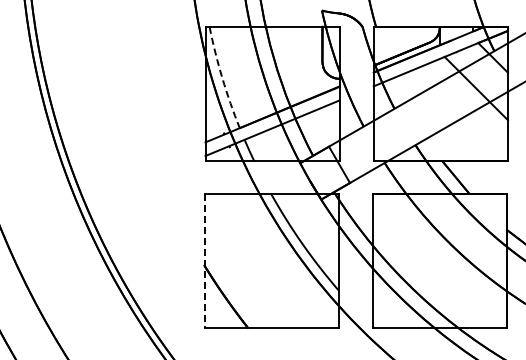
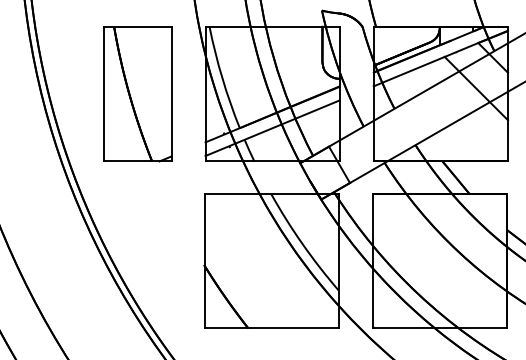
arc at (222, 78): dashed -> solid
part at (137, 94): none -> present
line at (204, 261): dashed -> solid
